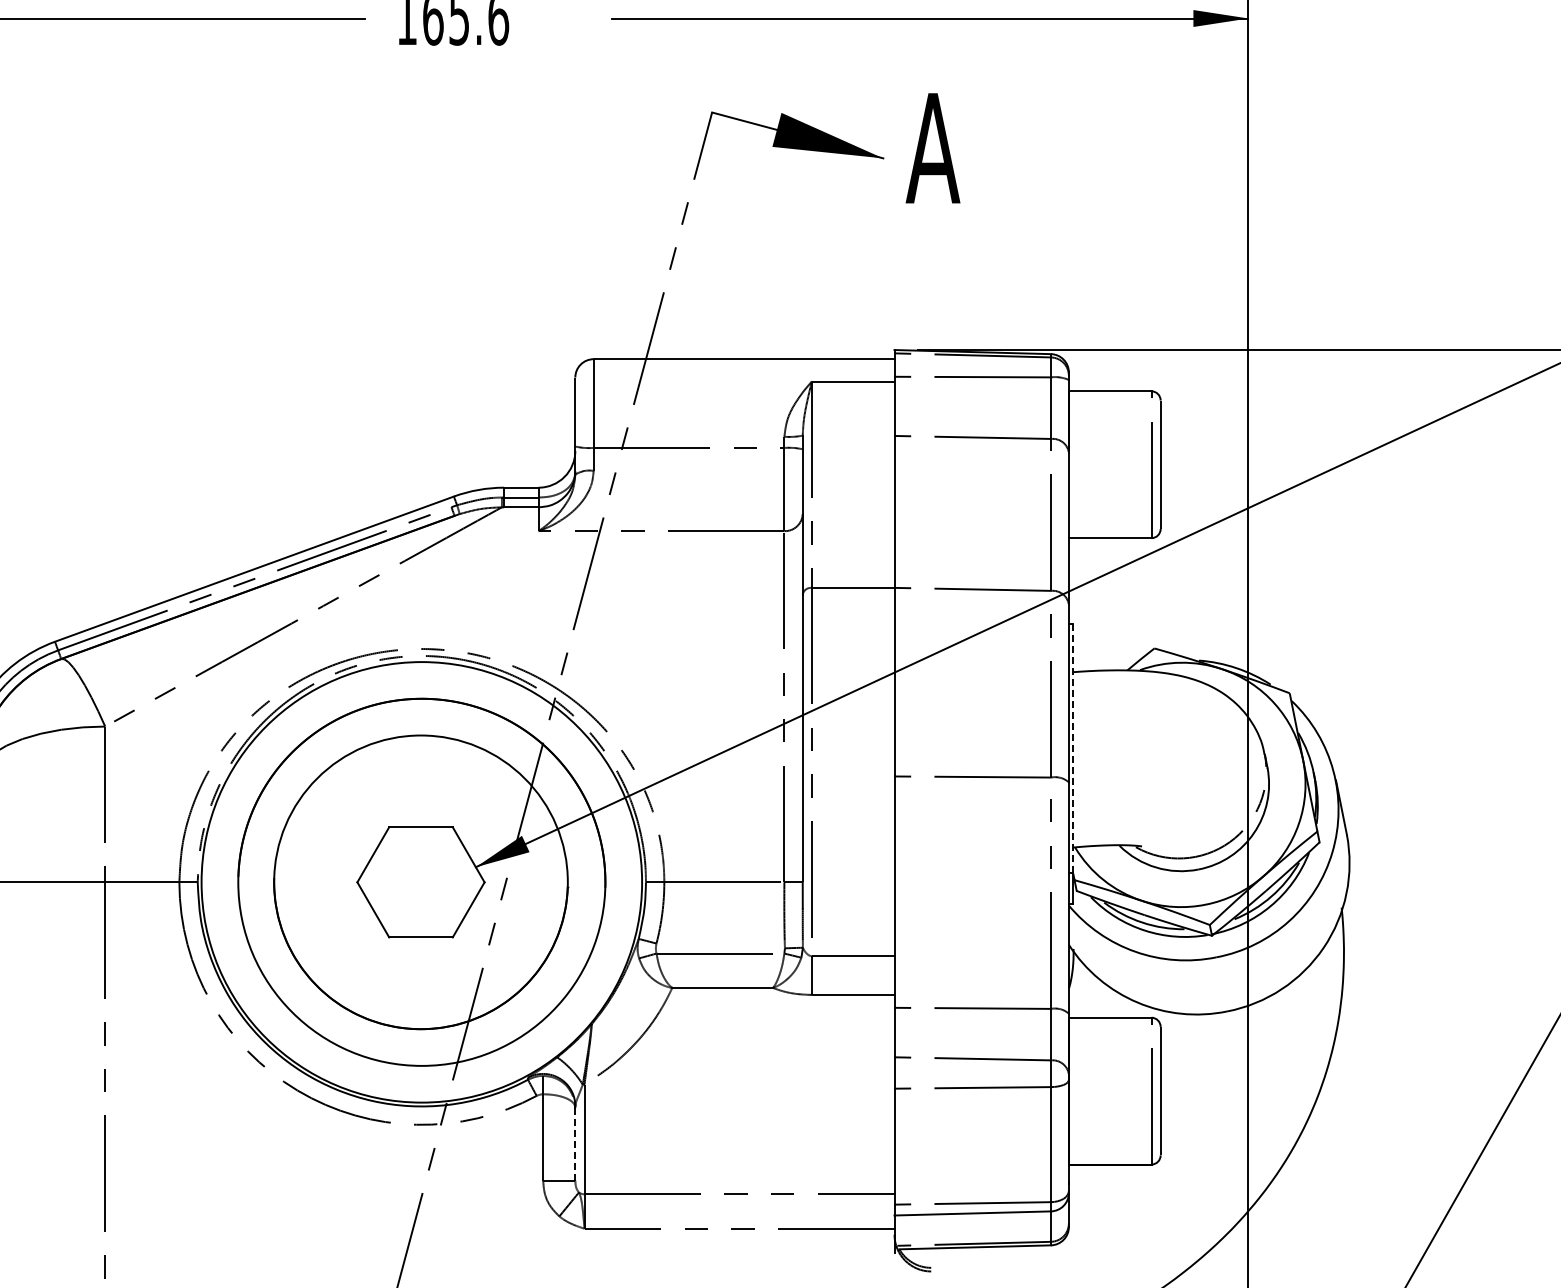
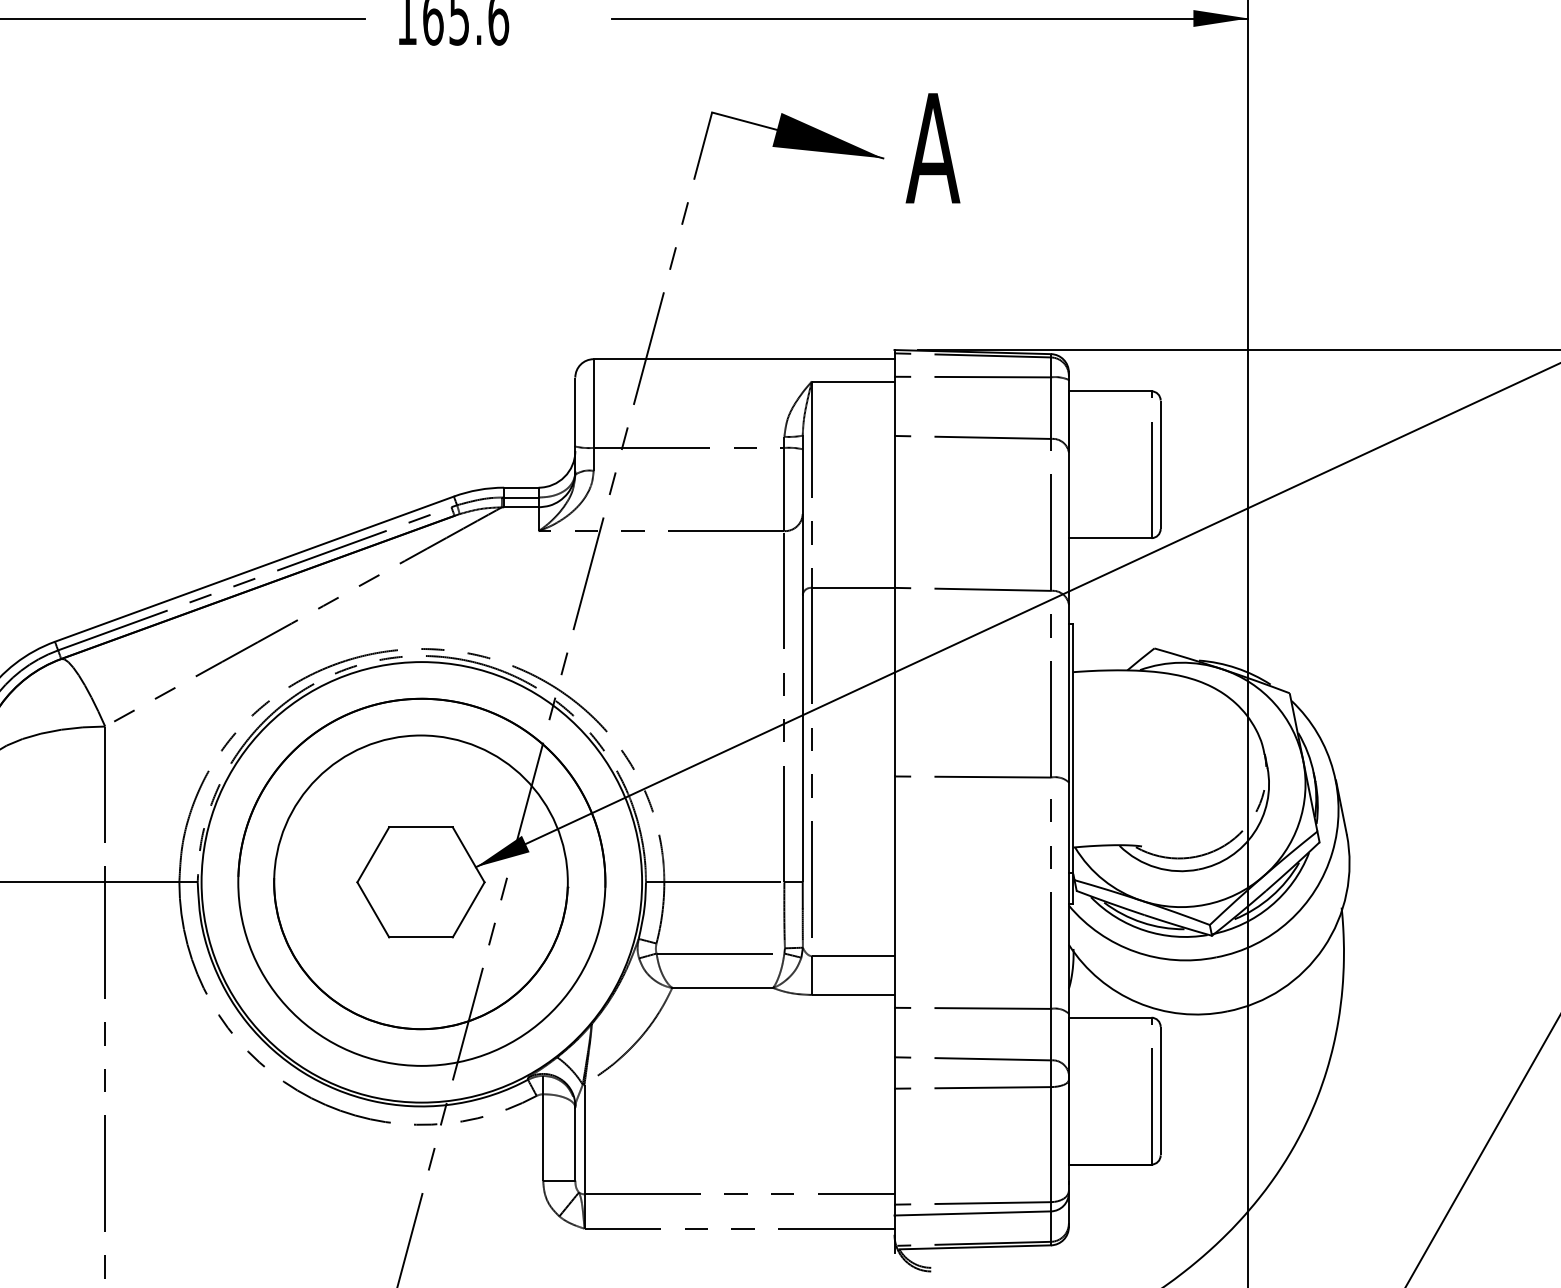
line at (1073, 748): dashed -> solid
line at (575, 1142): dashed -> solid
